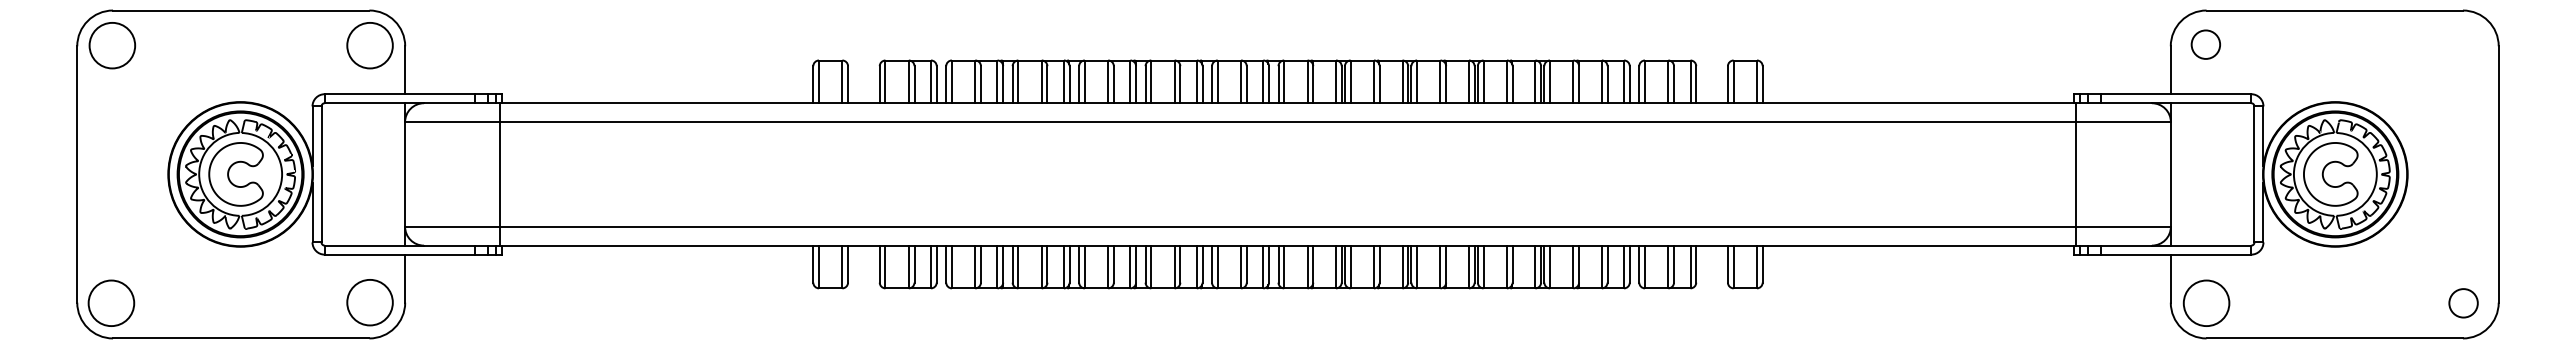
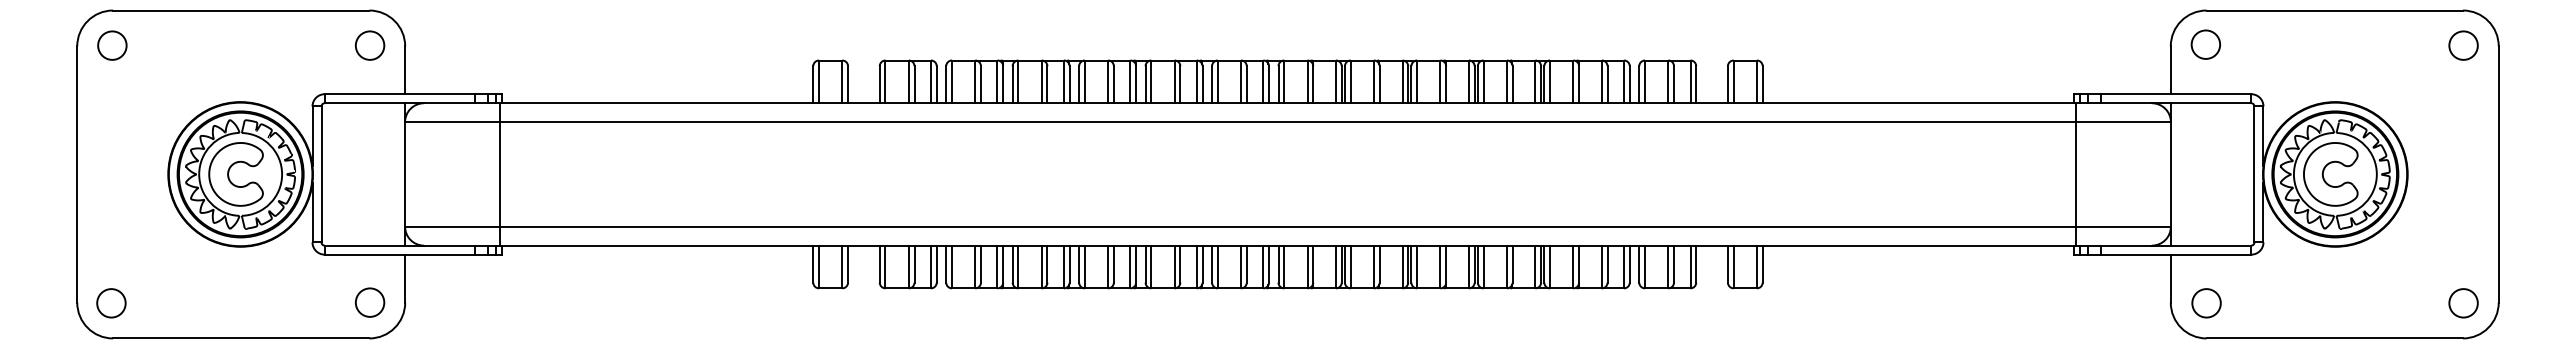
circle at (112, 45) diameter: 46 px -> 28 px
circle at (369, 45) diameter: 46 px -> 28 px
circle at (2463, 45): none -> present
circle at (369, 302) diameter: 46 px -> 28 px
circle at (111, 303) diameter: 46 px -> 28 px
circle at (2206, 303) diameter: 46 px -> 28 px
